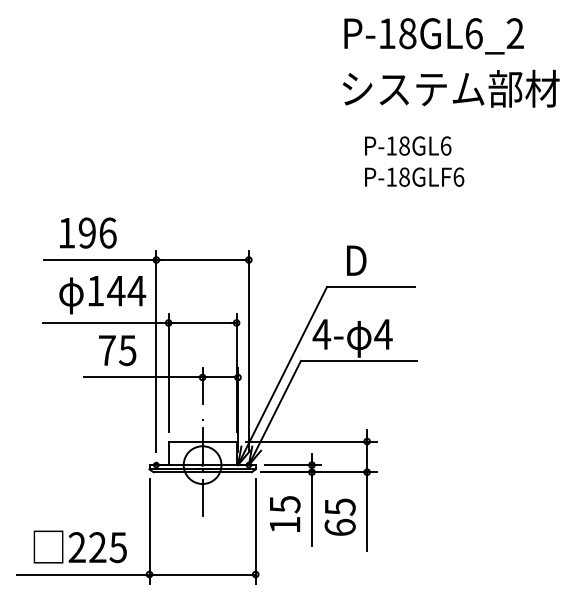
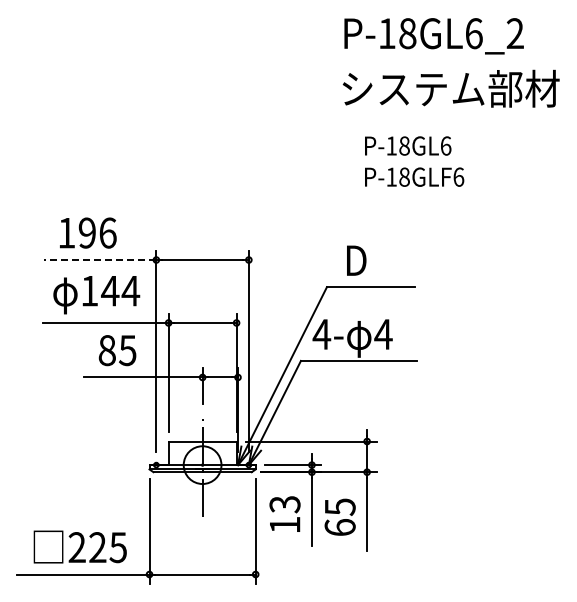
line at (99, 260): solid -> dashed
text at (102, 295) position: (102, 295) -> (96, 295)
text at (106, 350): 75 -> 85
text at (284, 504): 15 -> 13
